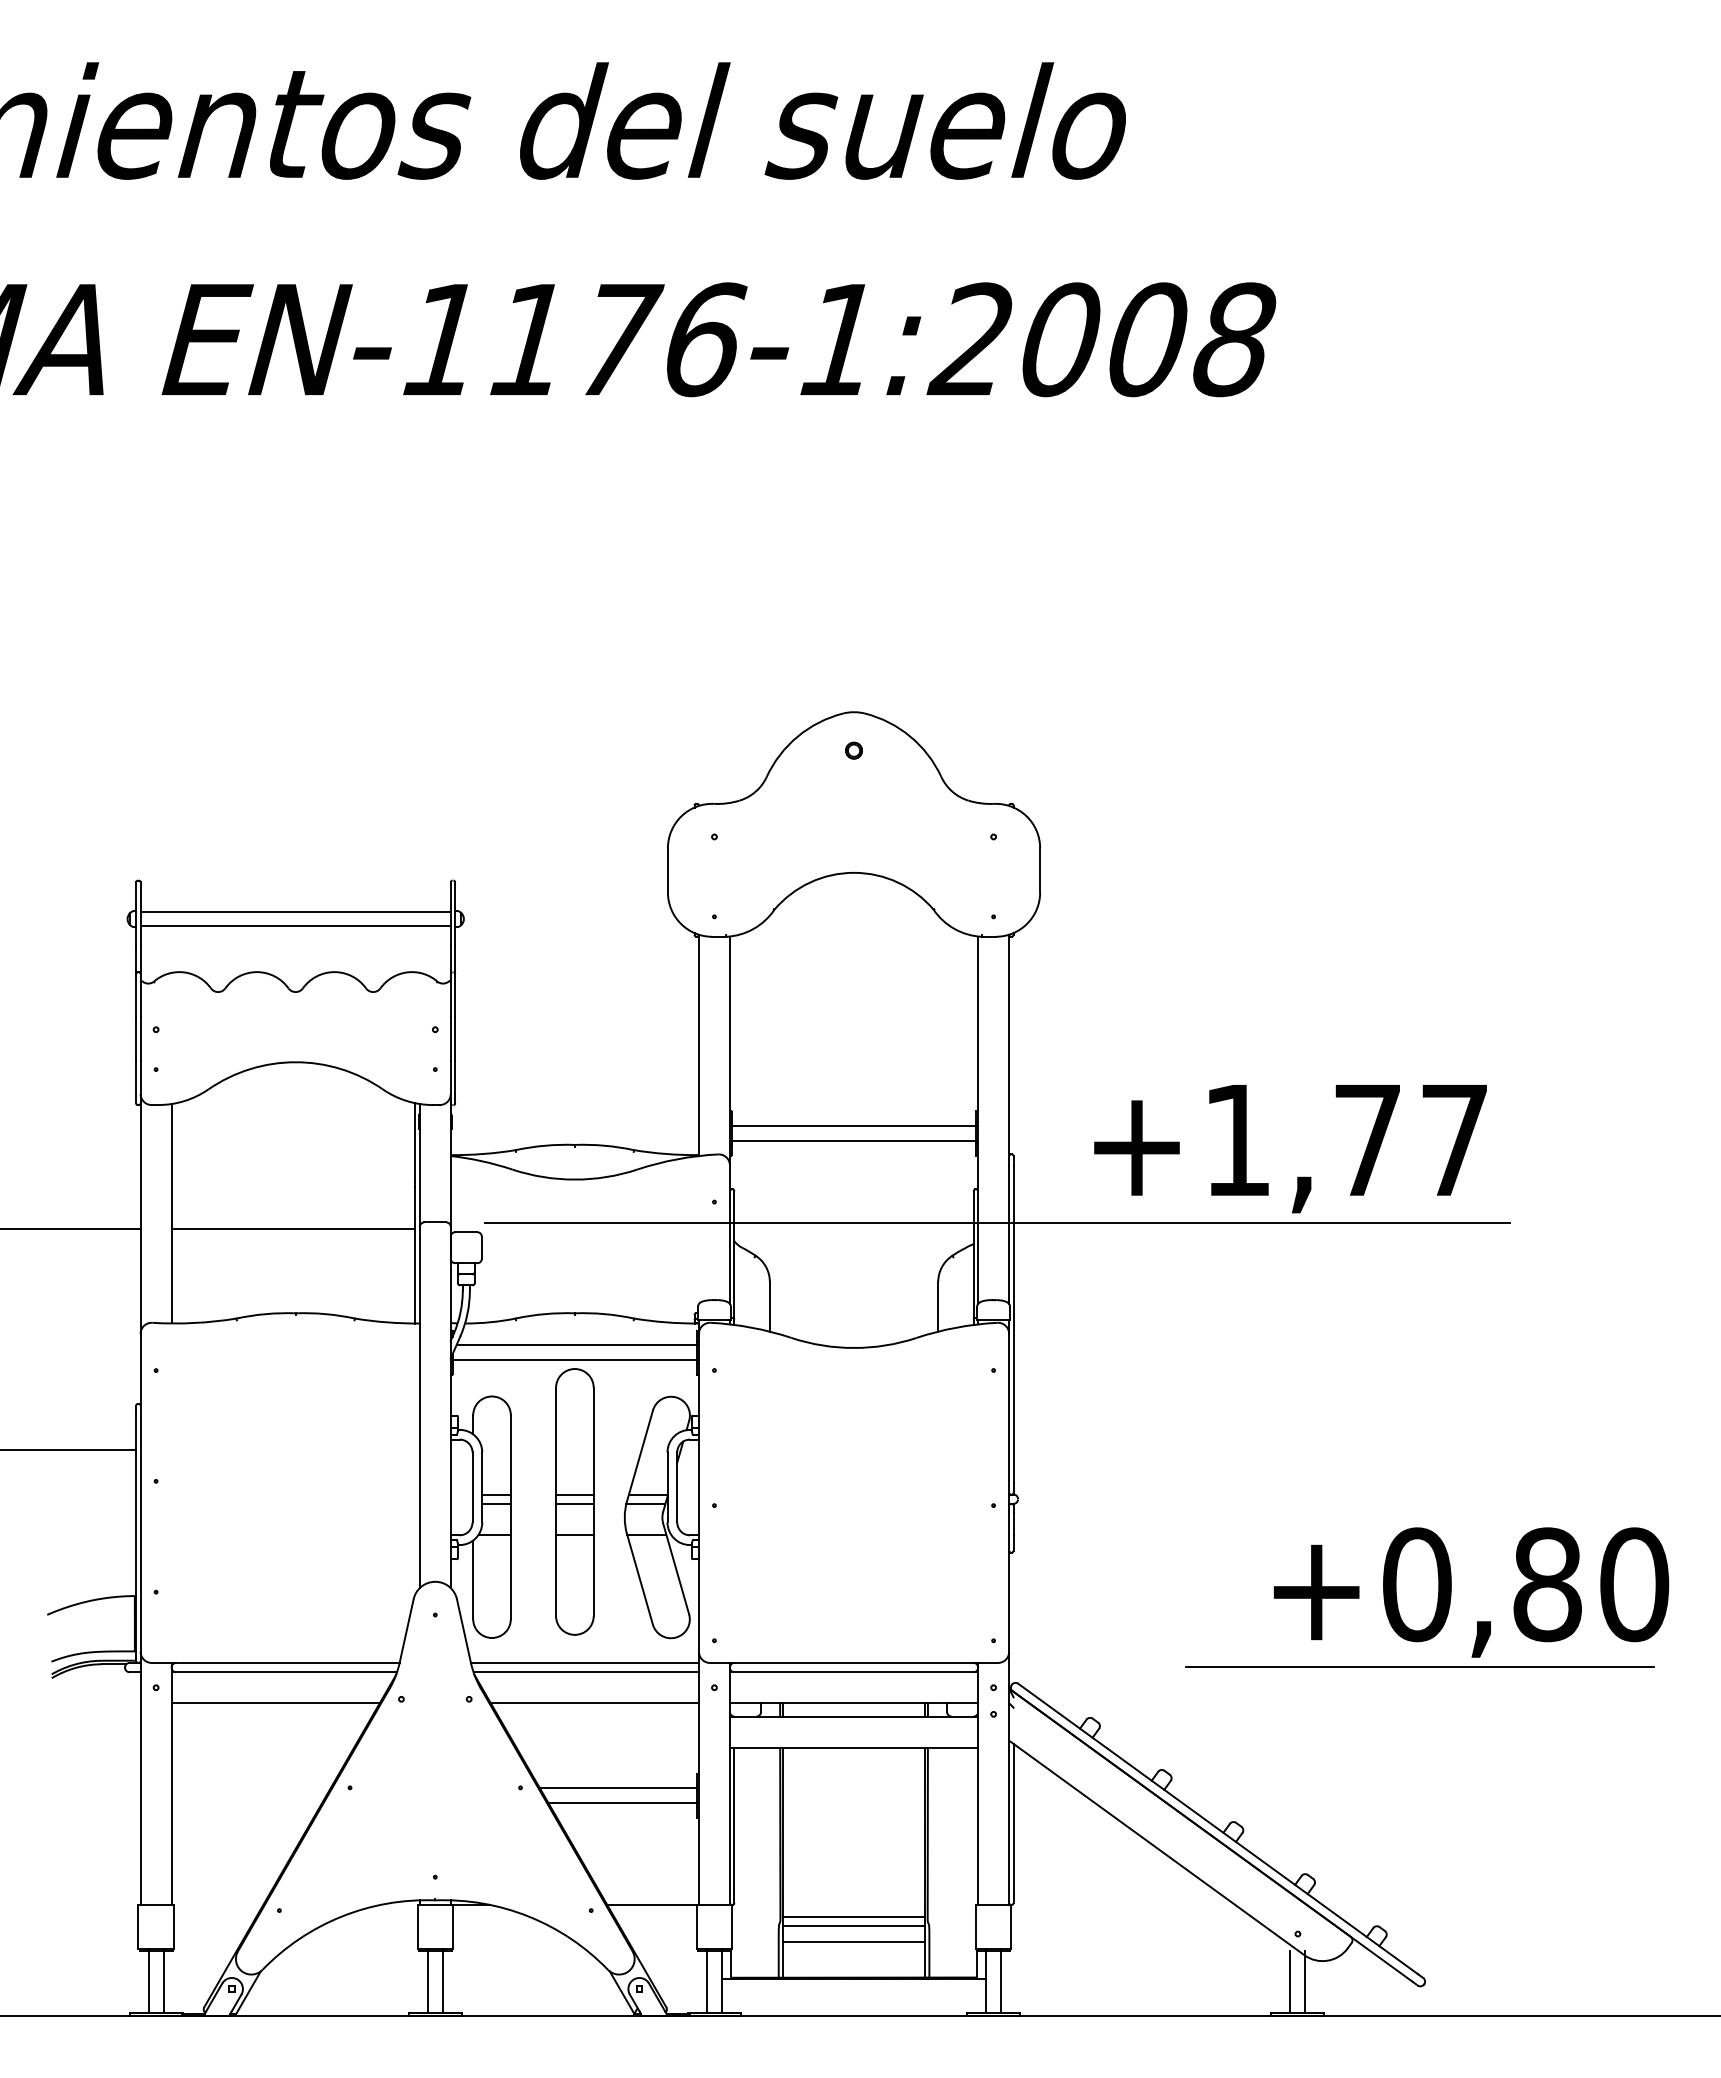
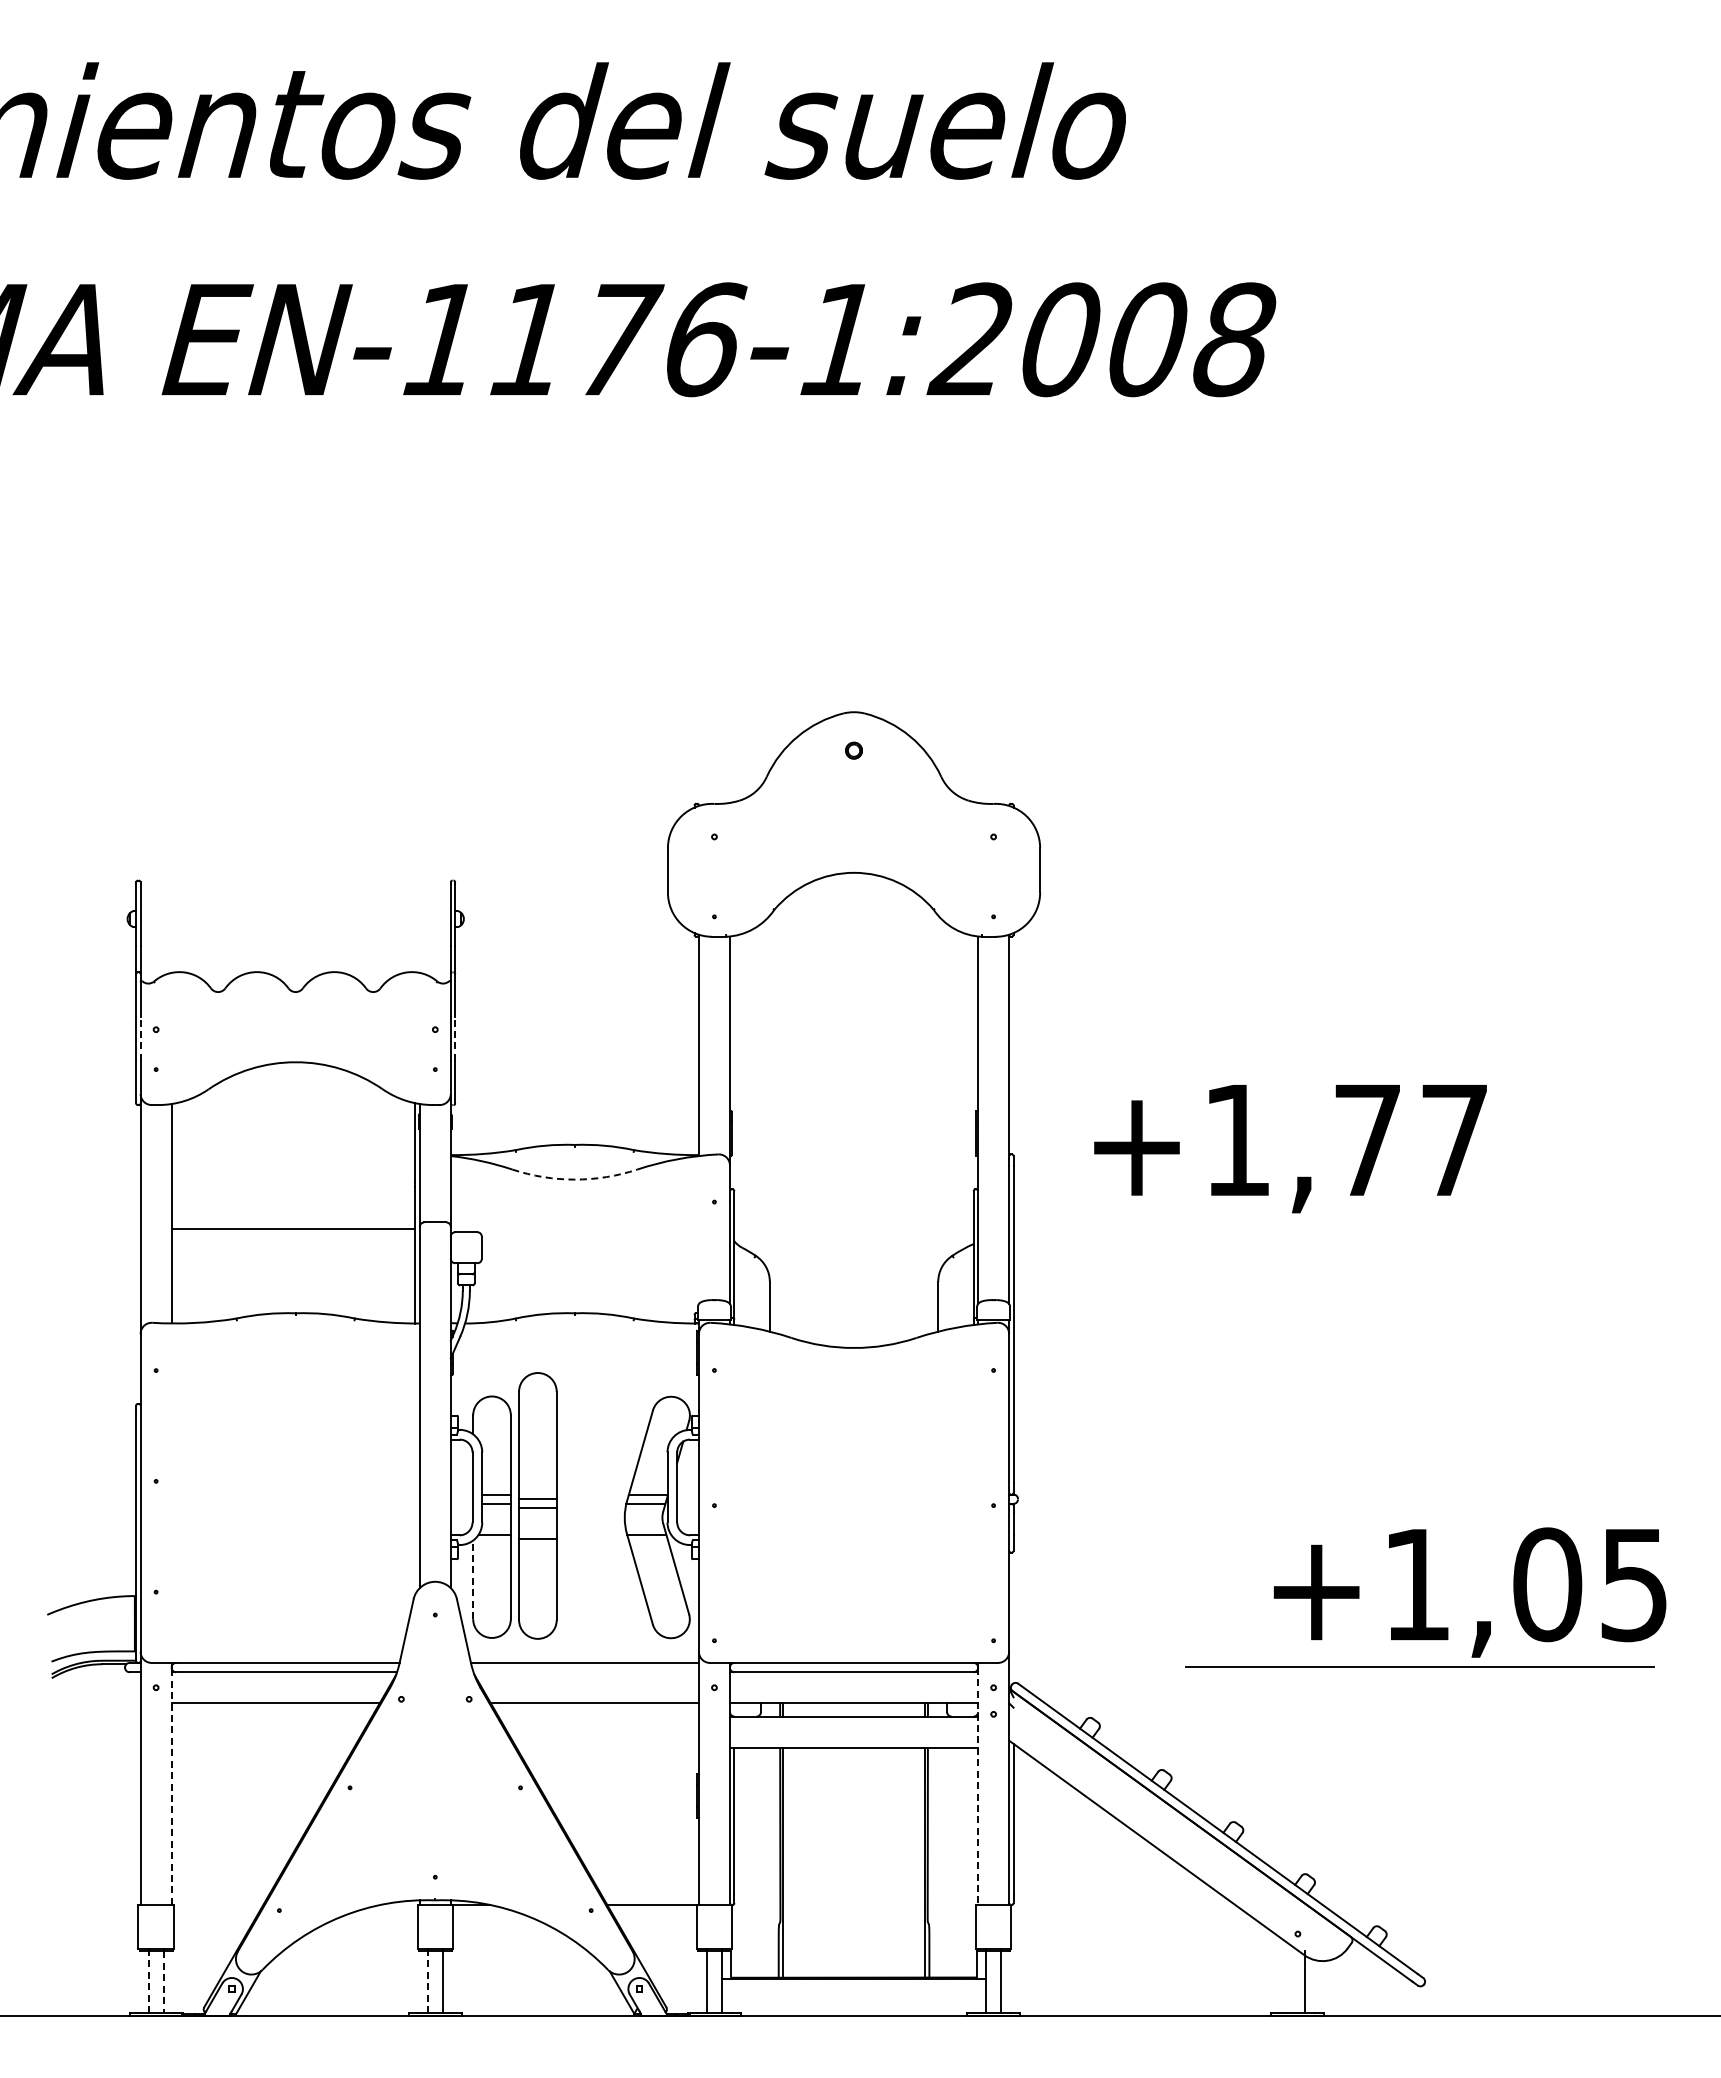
line at (295, 911): present -> none
line at (295, 926): present -> none
line at (140, 1038): solid -> dashed
line at (455, 1038): solid -> dashed
line at (853, 1125): present -> none
line at (853, 1140): present -> none
arc at (574, 1179): solid -> dashed
line at (997, 1222): present -> none
line at (71, 1228): present -> none
line at (576, 1345): present -> none
line at (574, 1360): present -> none
line at (69, 1450): present -> none
part at (574, 1501) position: (574, 1501) -> (537, 1505)
line at (473, 1579): solid -> dashed
text at (1526, 1584): +0,80 -> +1,05
line at (585, 1672): present -> none
line at (171, 1786): solid -> dashed
line at (978, 1786): solid -> dashed
line at (617, 1788): present -> none
line at (622, 1803): present -> none
line at (853, 1917): present -> none
line at (853, 1925): present -> none
line at (853, 1941): present -> none
line at (148, 1982): solid -> dashed
line at (163, 1982): solid -> dashed
line at (427, 1982): solid -> dashed
line at (1290, 1982): present -> none
